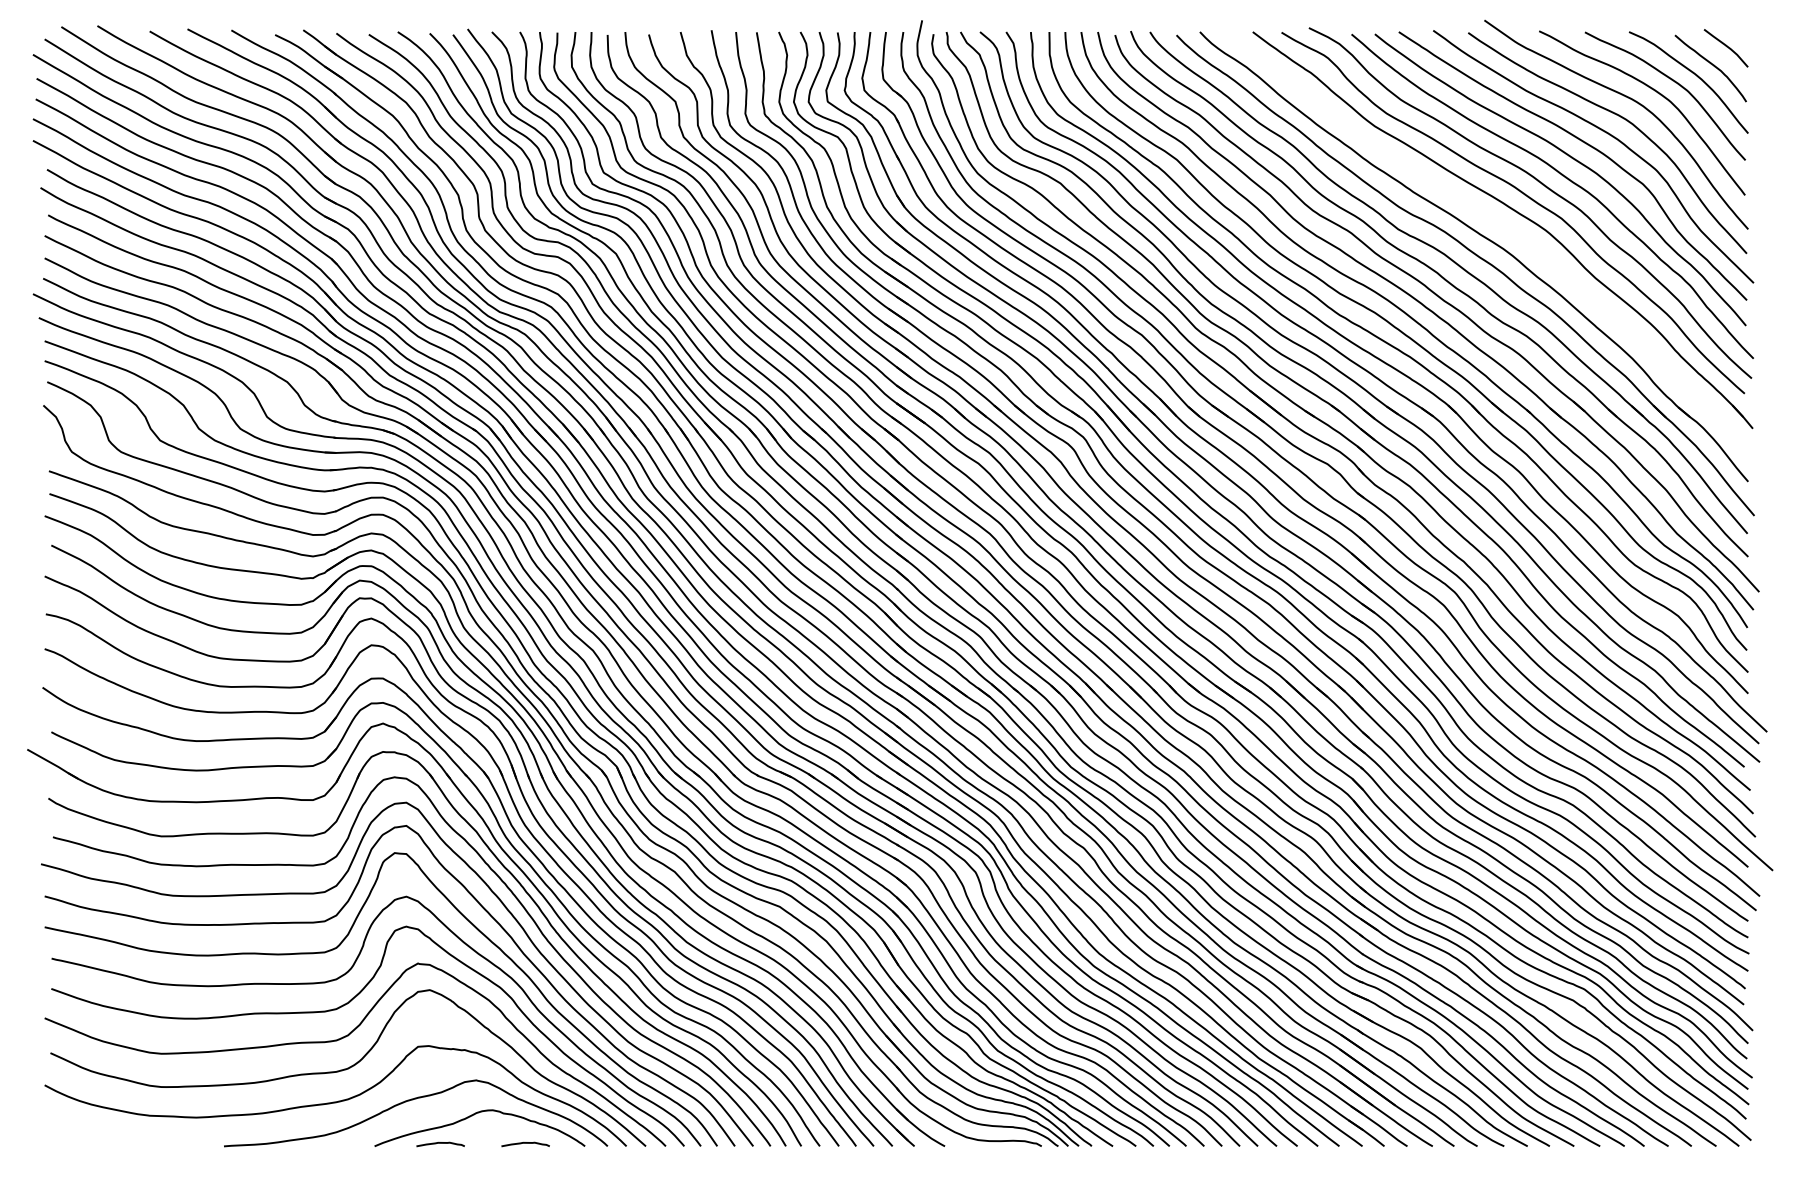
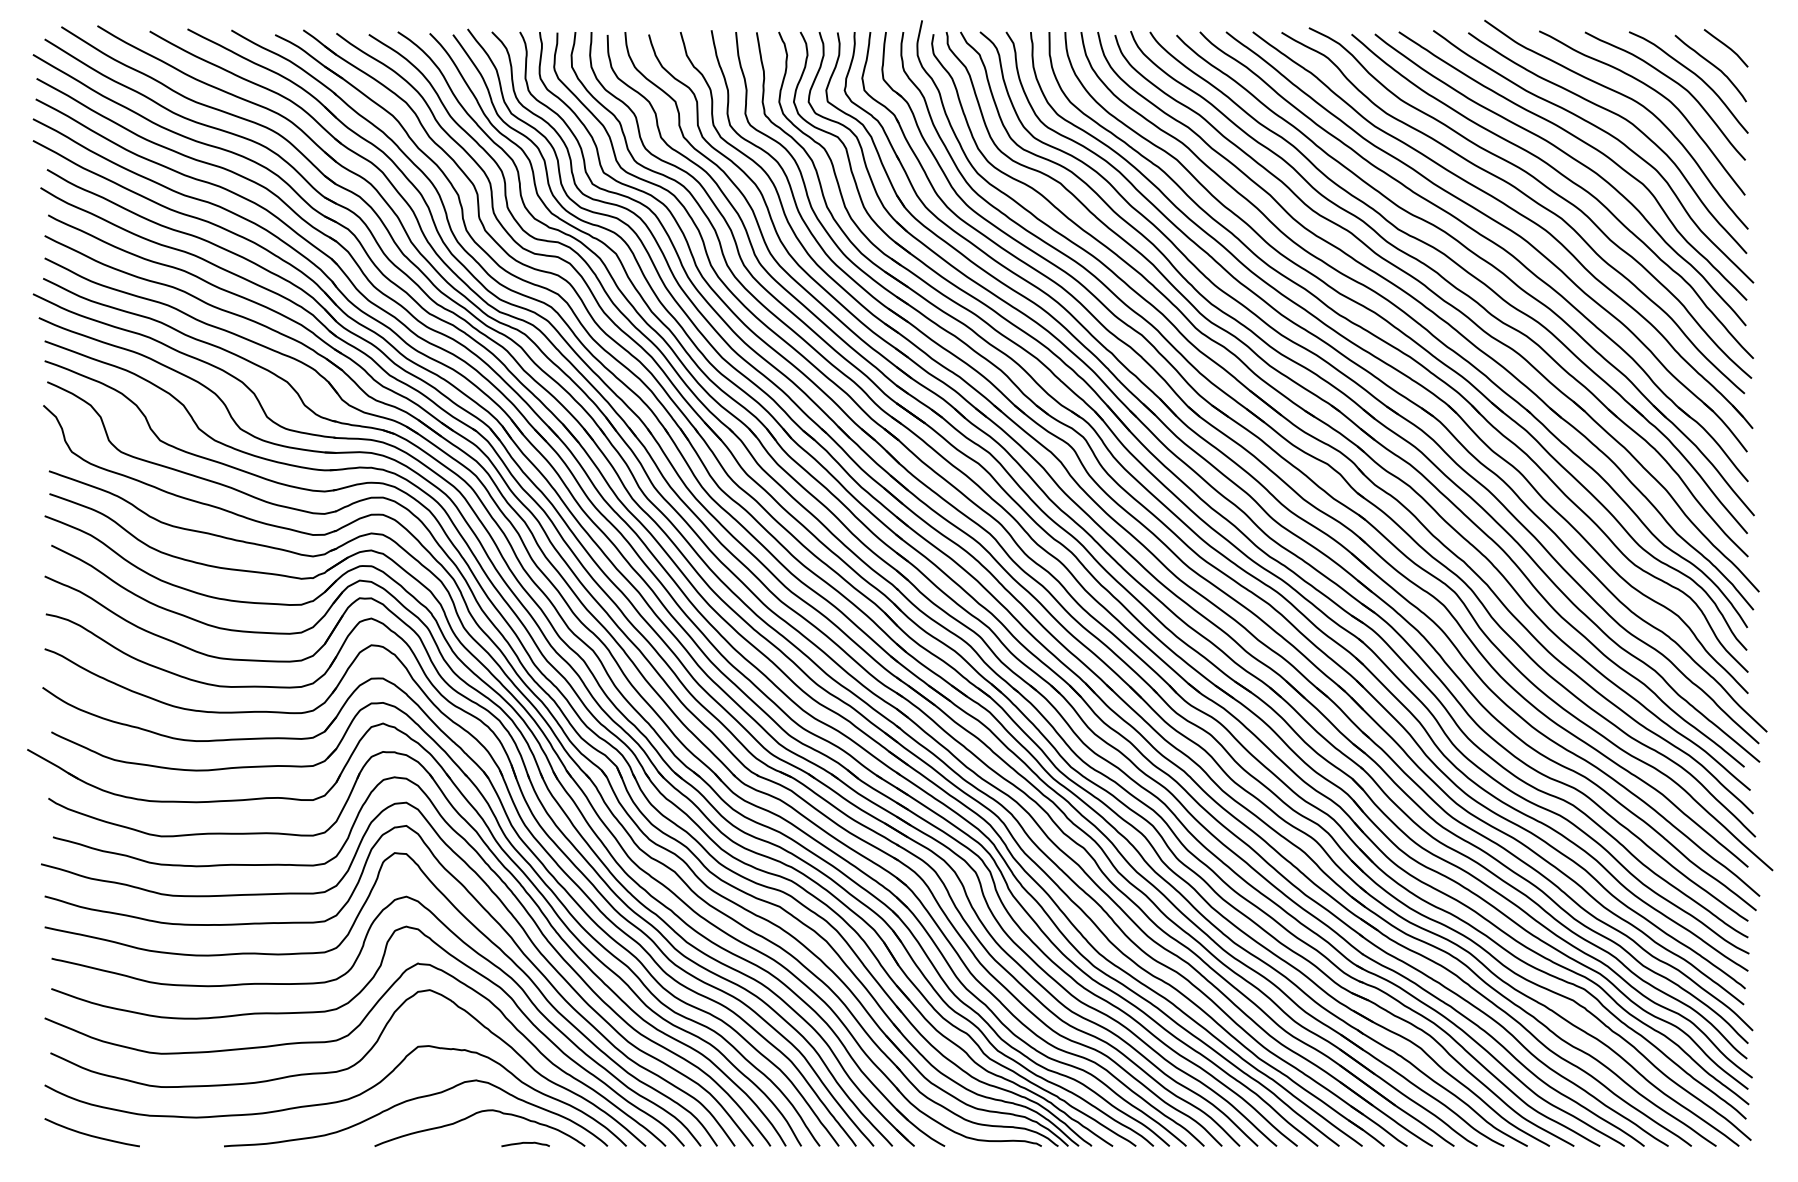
part at (1495, 222): none -> present
curve at (90, 1134): none -> present
curve at (440, 1143): present -> none
